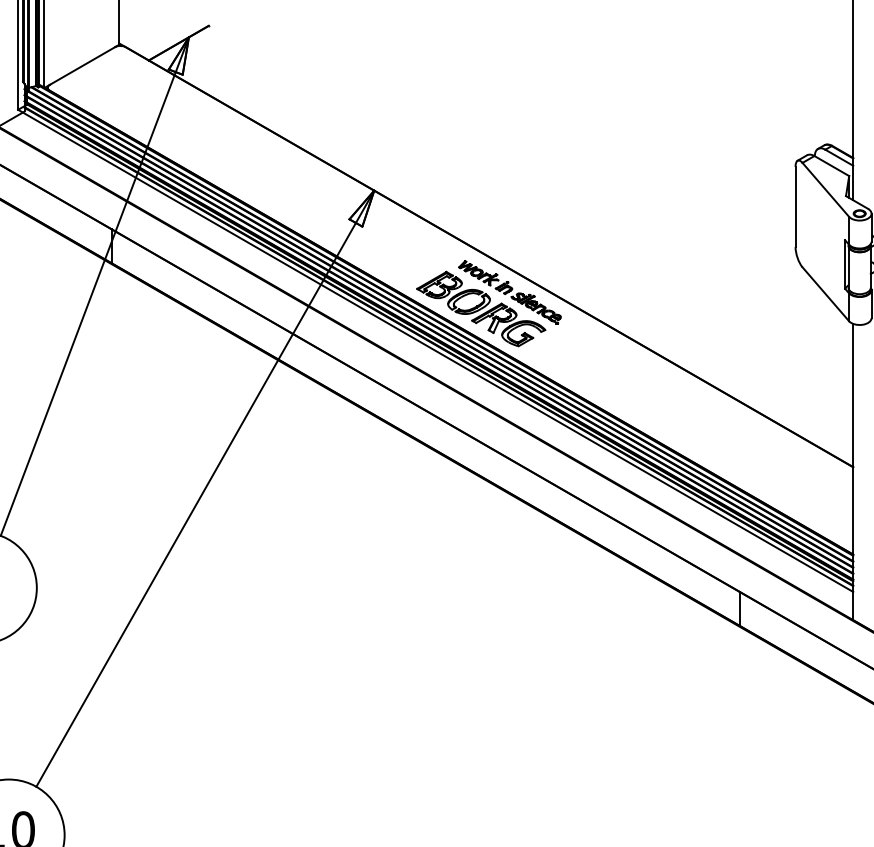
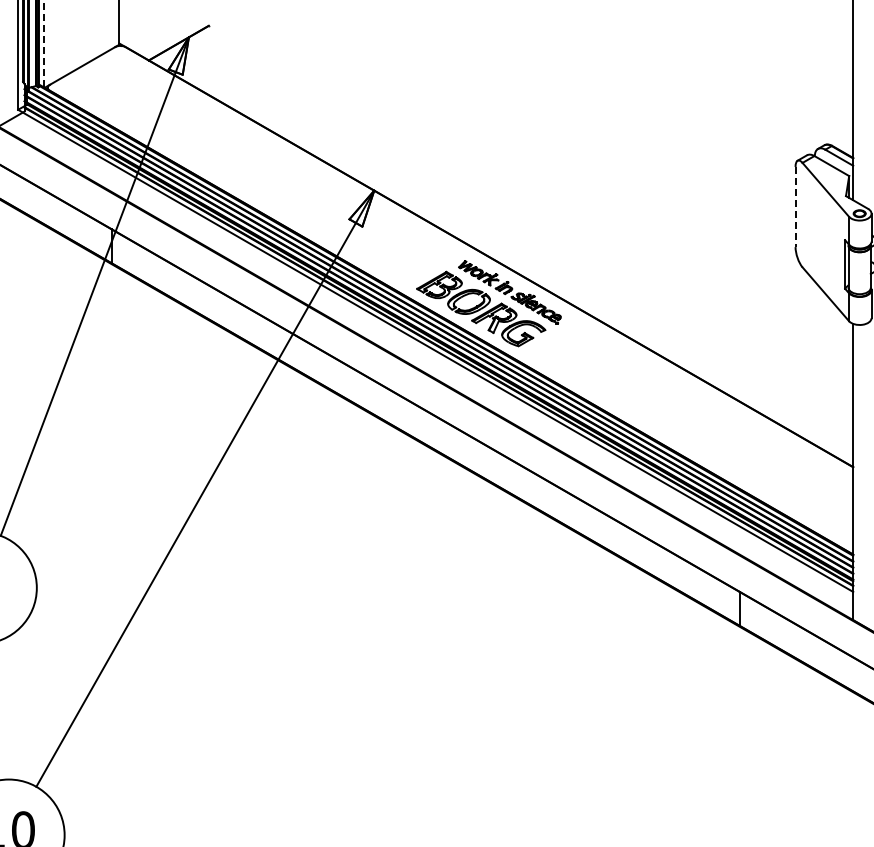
line at (43, 43): solid -> dashed
line at (795, 207): solid -> dashed
